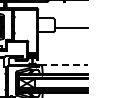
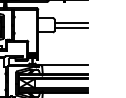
line at (71, 22): none -> present
line at (64, 64): dashed -> solid
